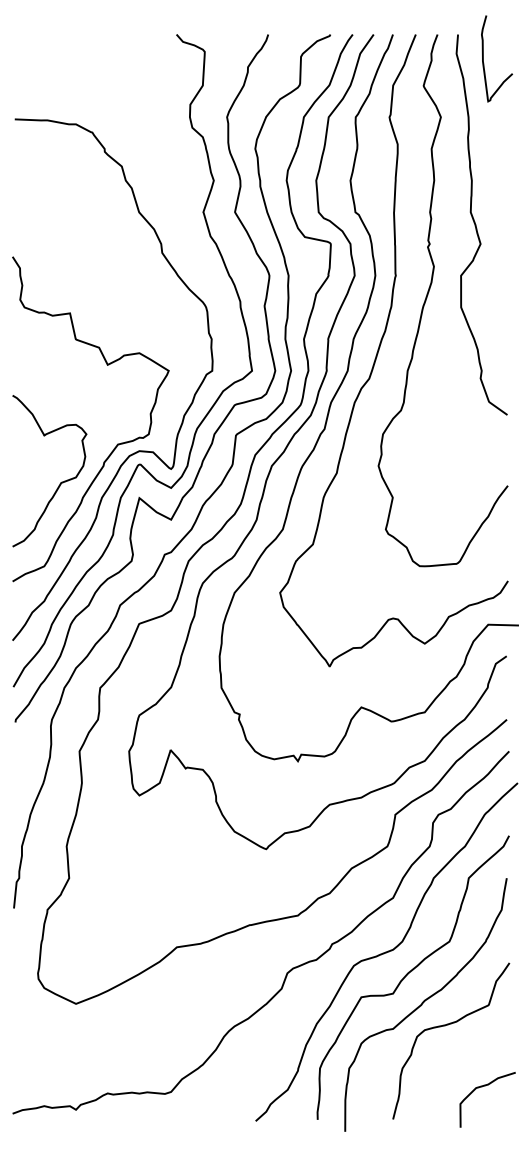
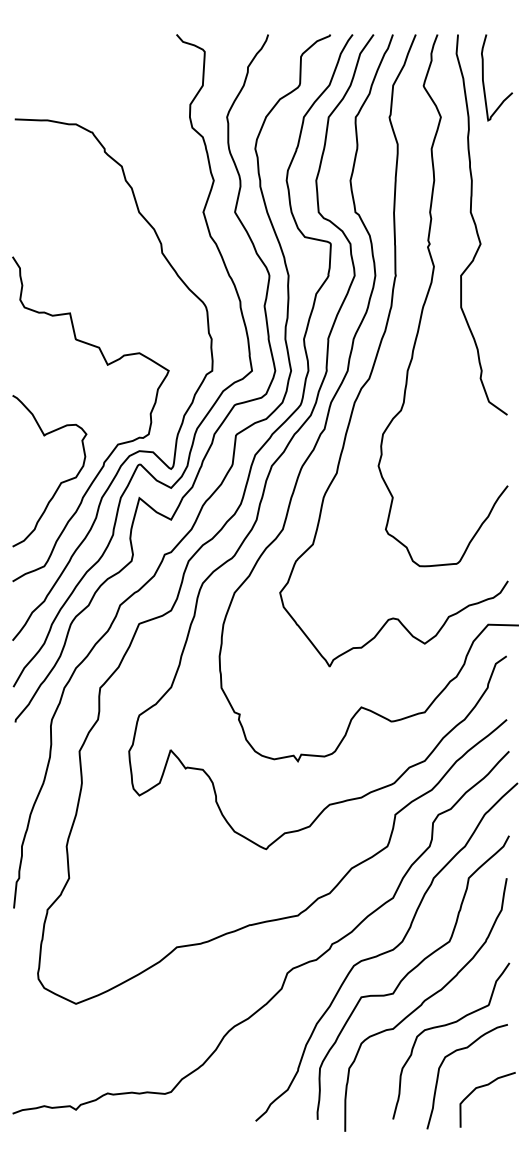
curve at (484, 63) position: (484, 63) -> (484, 82)
curve at (455, 1052): none -> present
